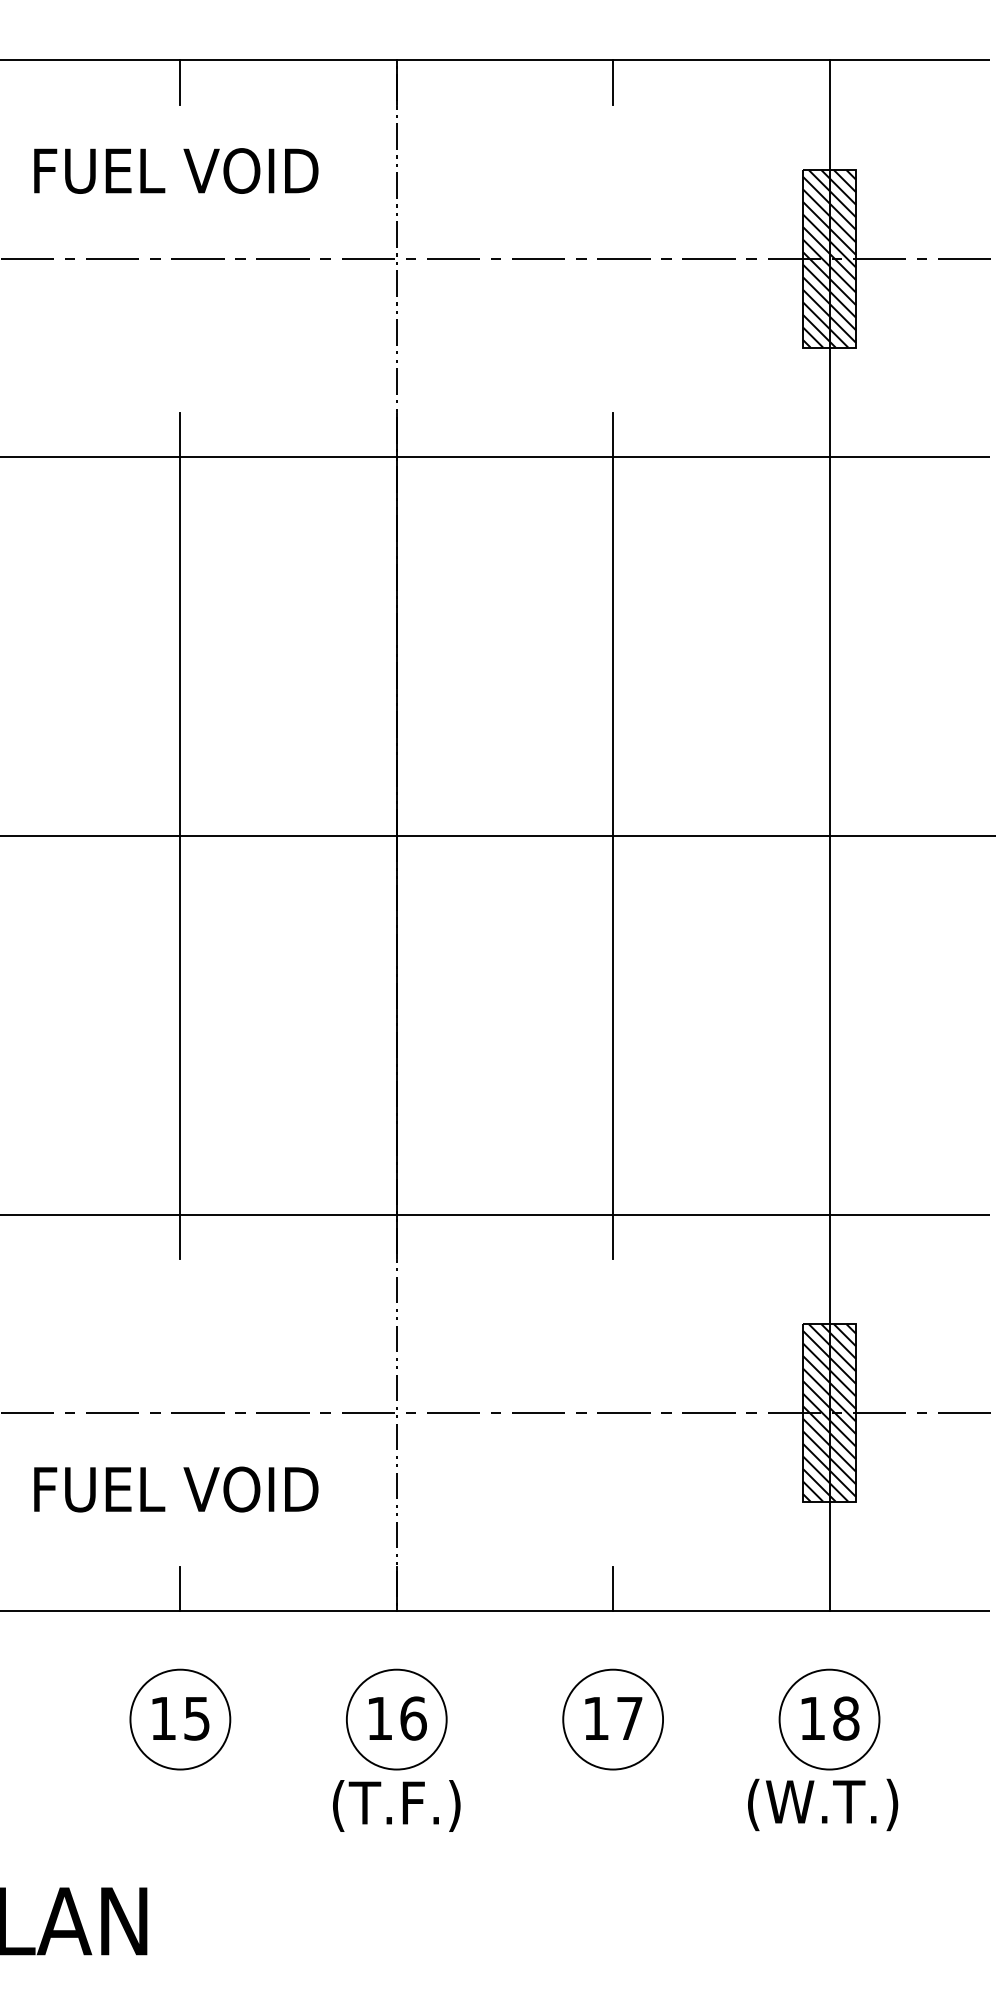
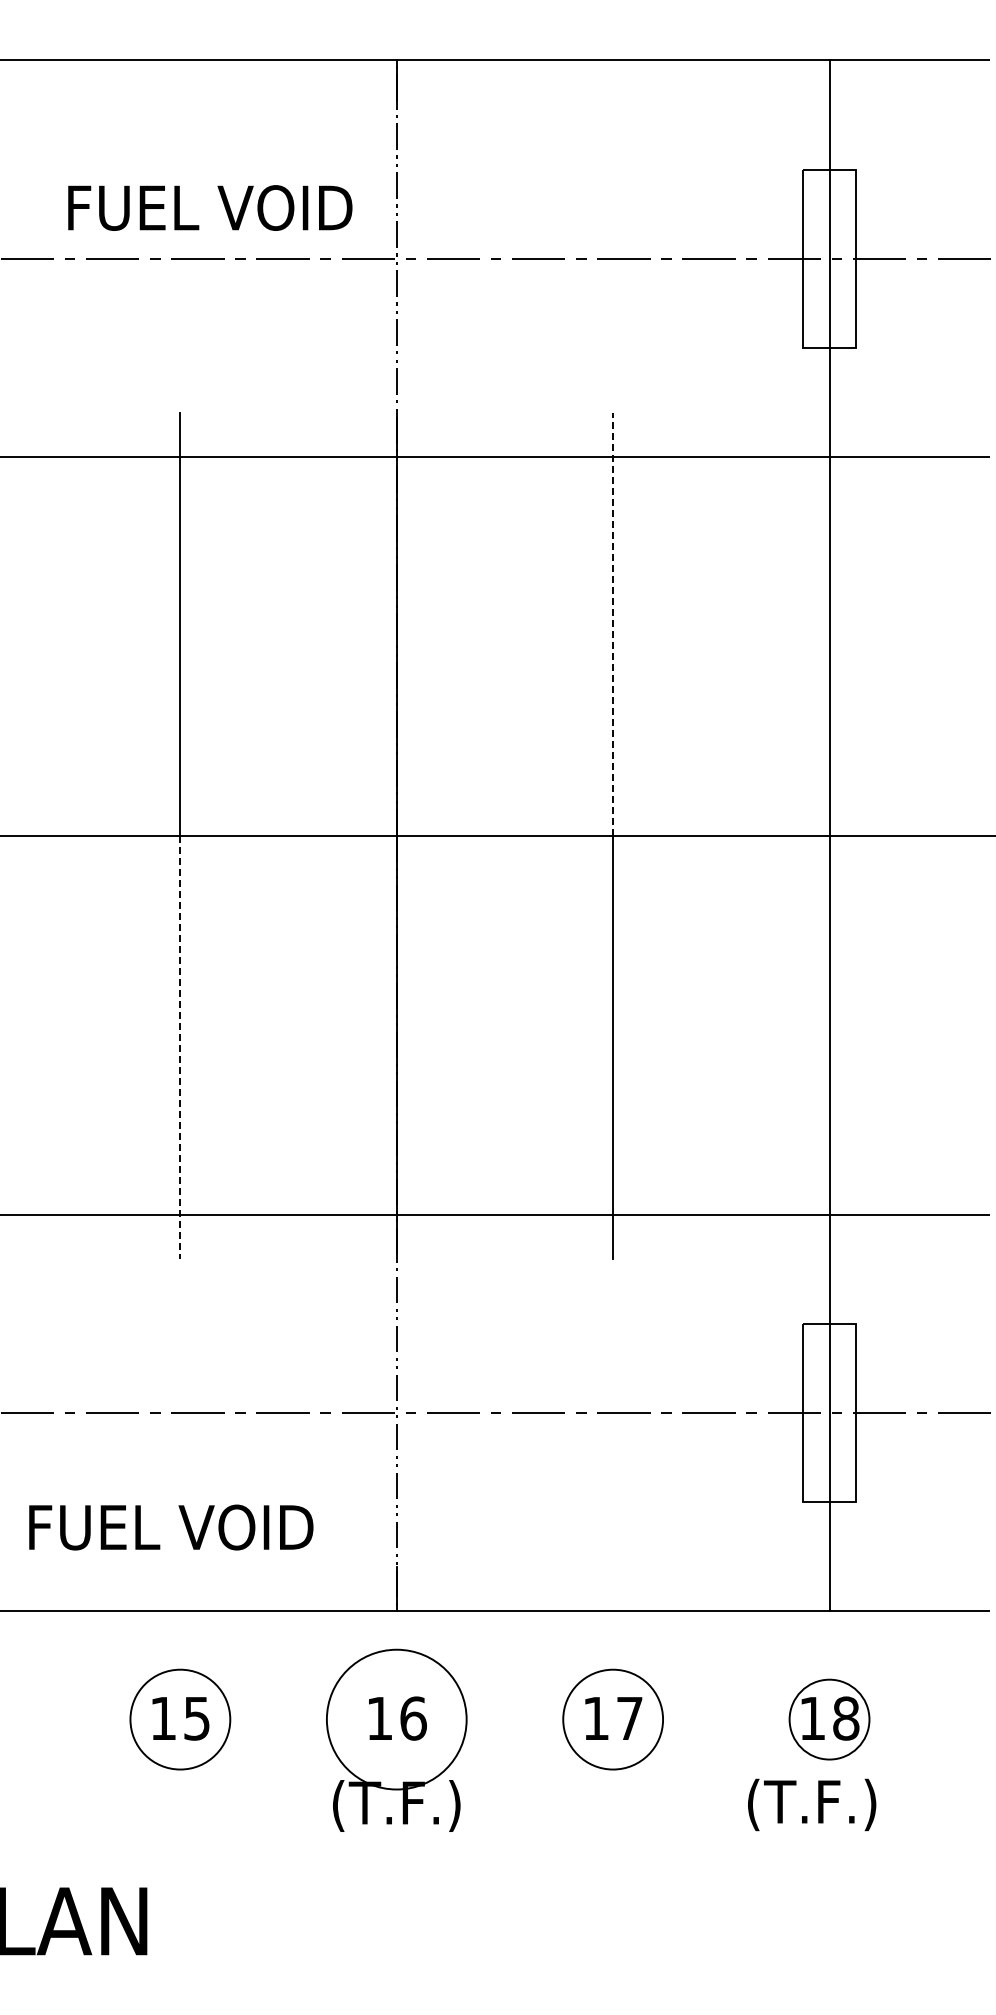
line at (180, 82): present -> none
line at (613, 82): present -> none
text at (176, 170) position: (176, 170) -> (210, 207)
hatch at (829, 258): present -> none
line at (613, 624): solid -> dashed
line at (180, 1047): solid -> dashed
hatch at (829, 1412): present -> none
text at (176, 1489) position: (176, 1489) -> (171, 1527)
line at (180, 1588): present -> none
line at (613, 1588): present -> none
circle at (396, 1719) diameter: 100 px -> 140 px
circle at (829, 1719) diameter: 100 px -> 80 px
text at (831, 1804): (W.T.) -> (T.F.)
